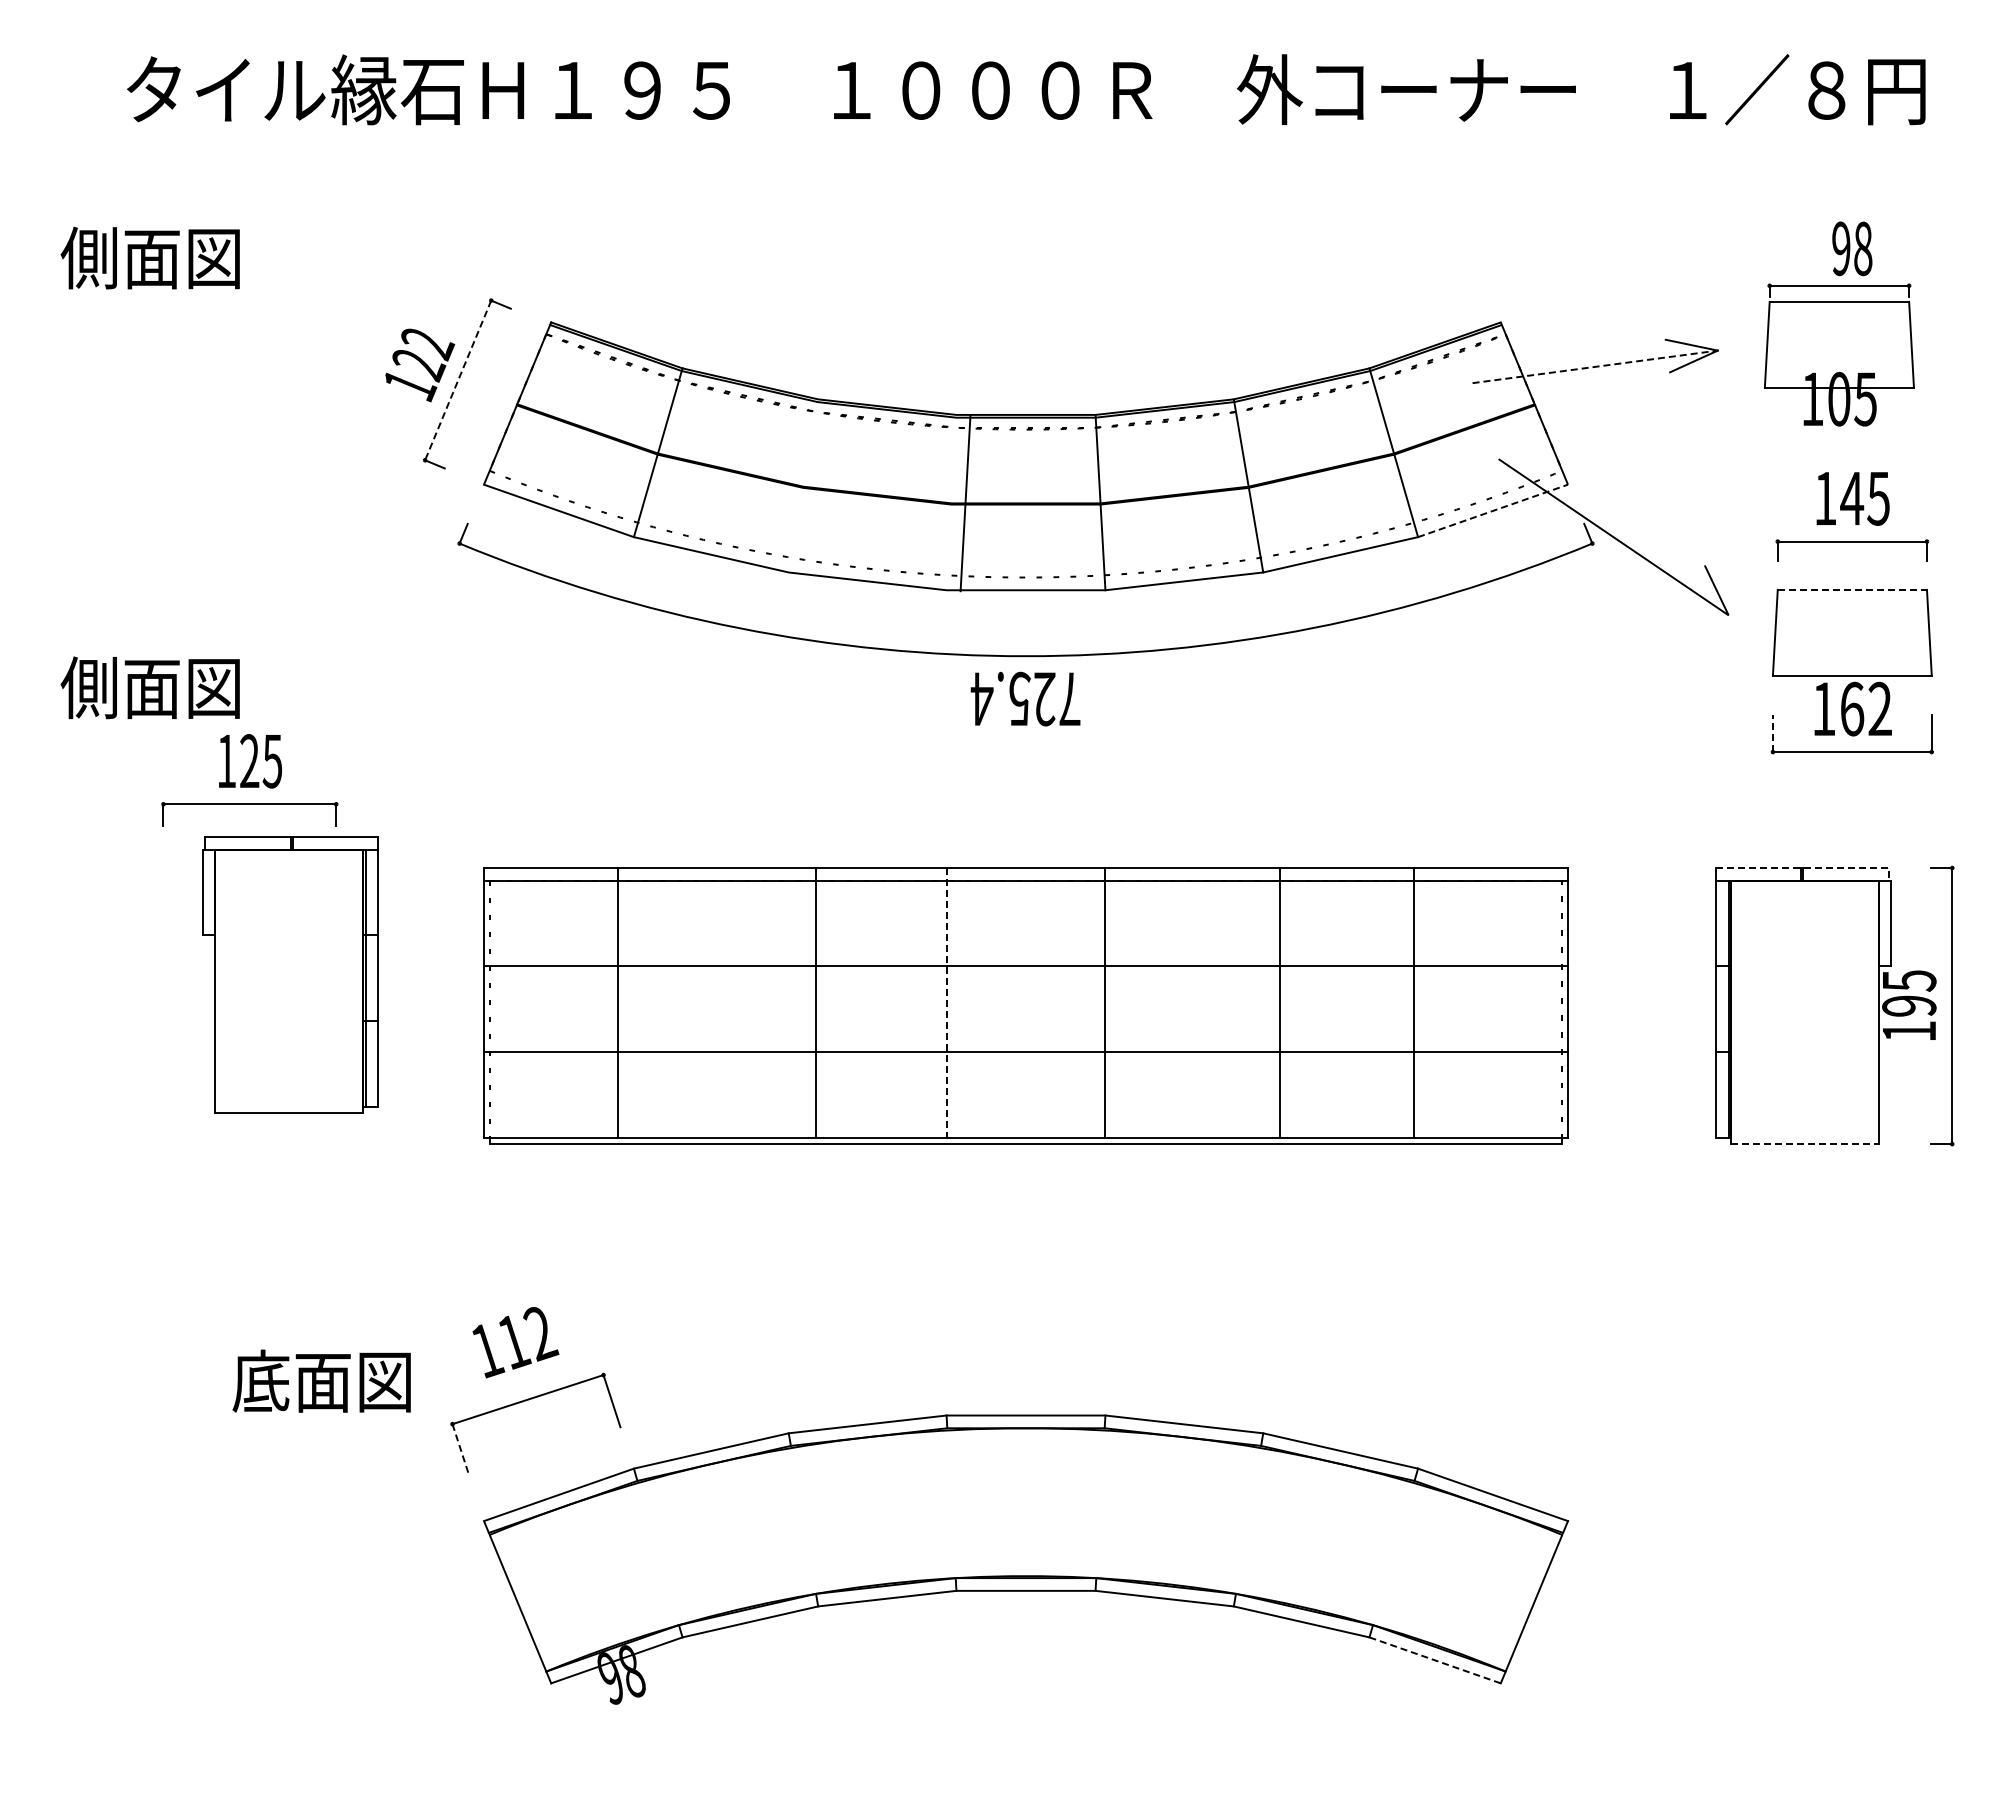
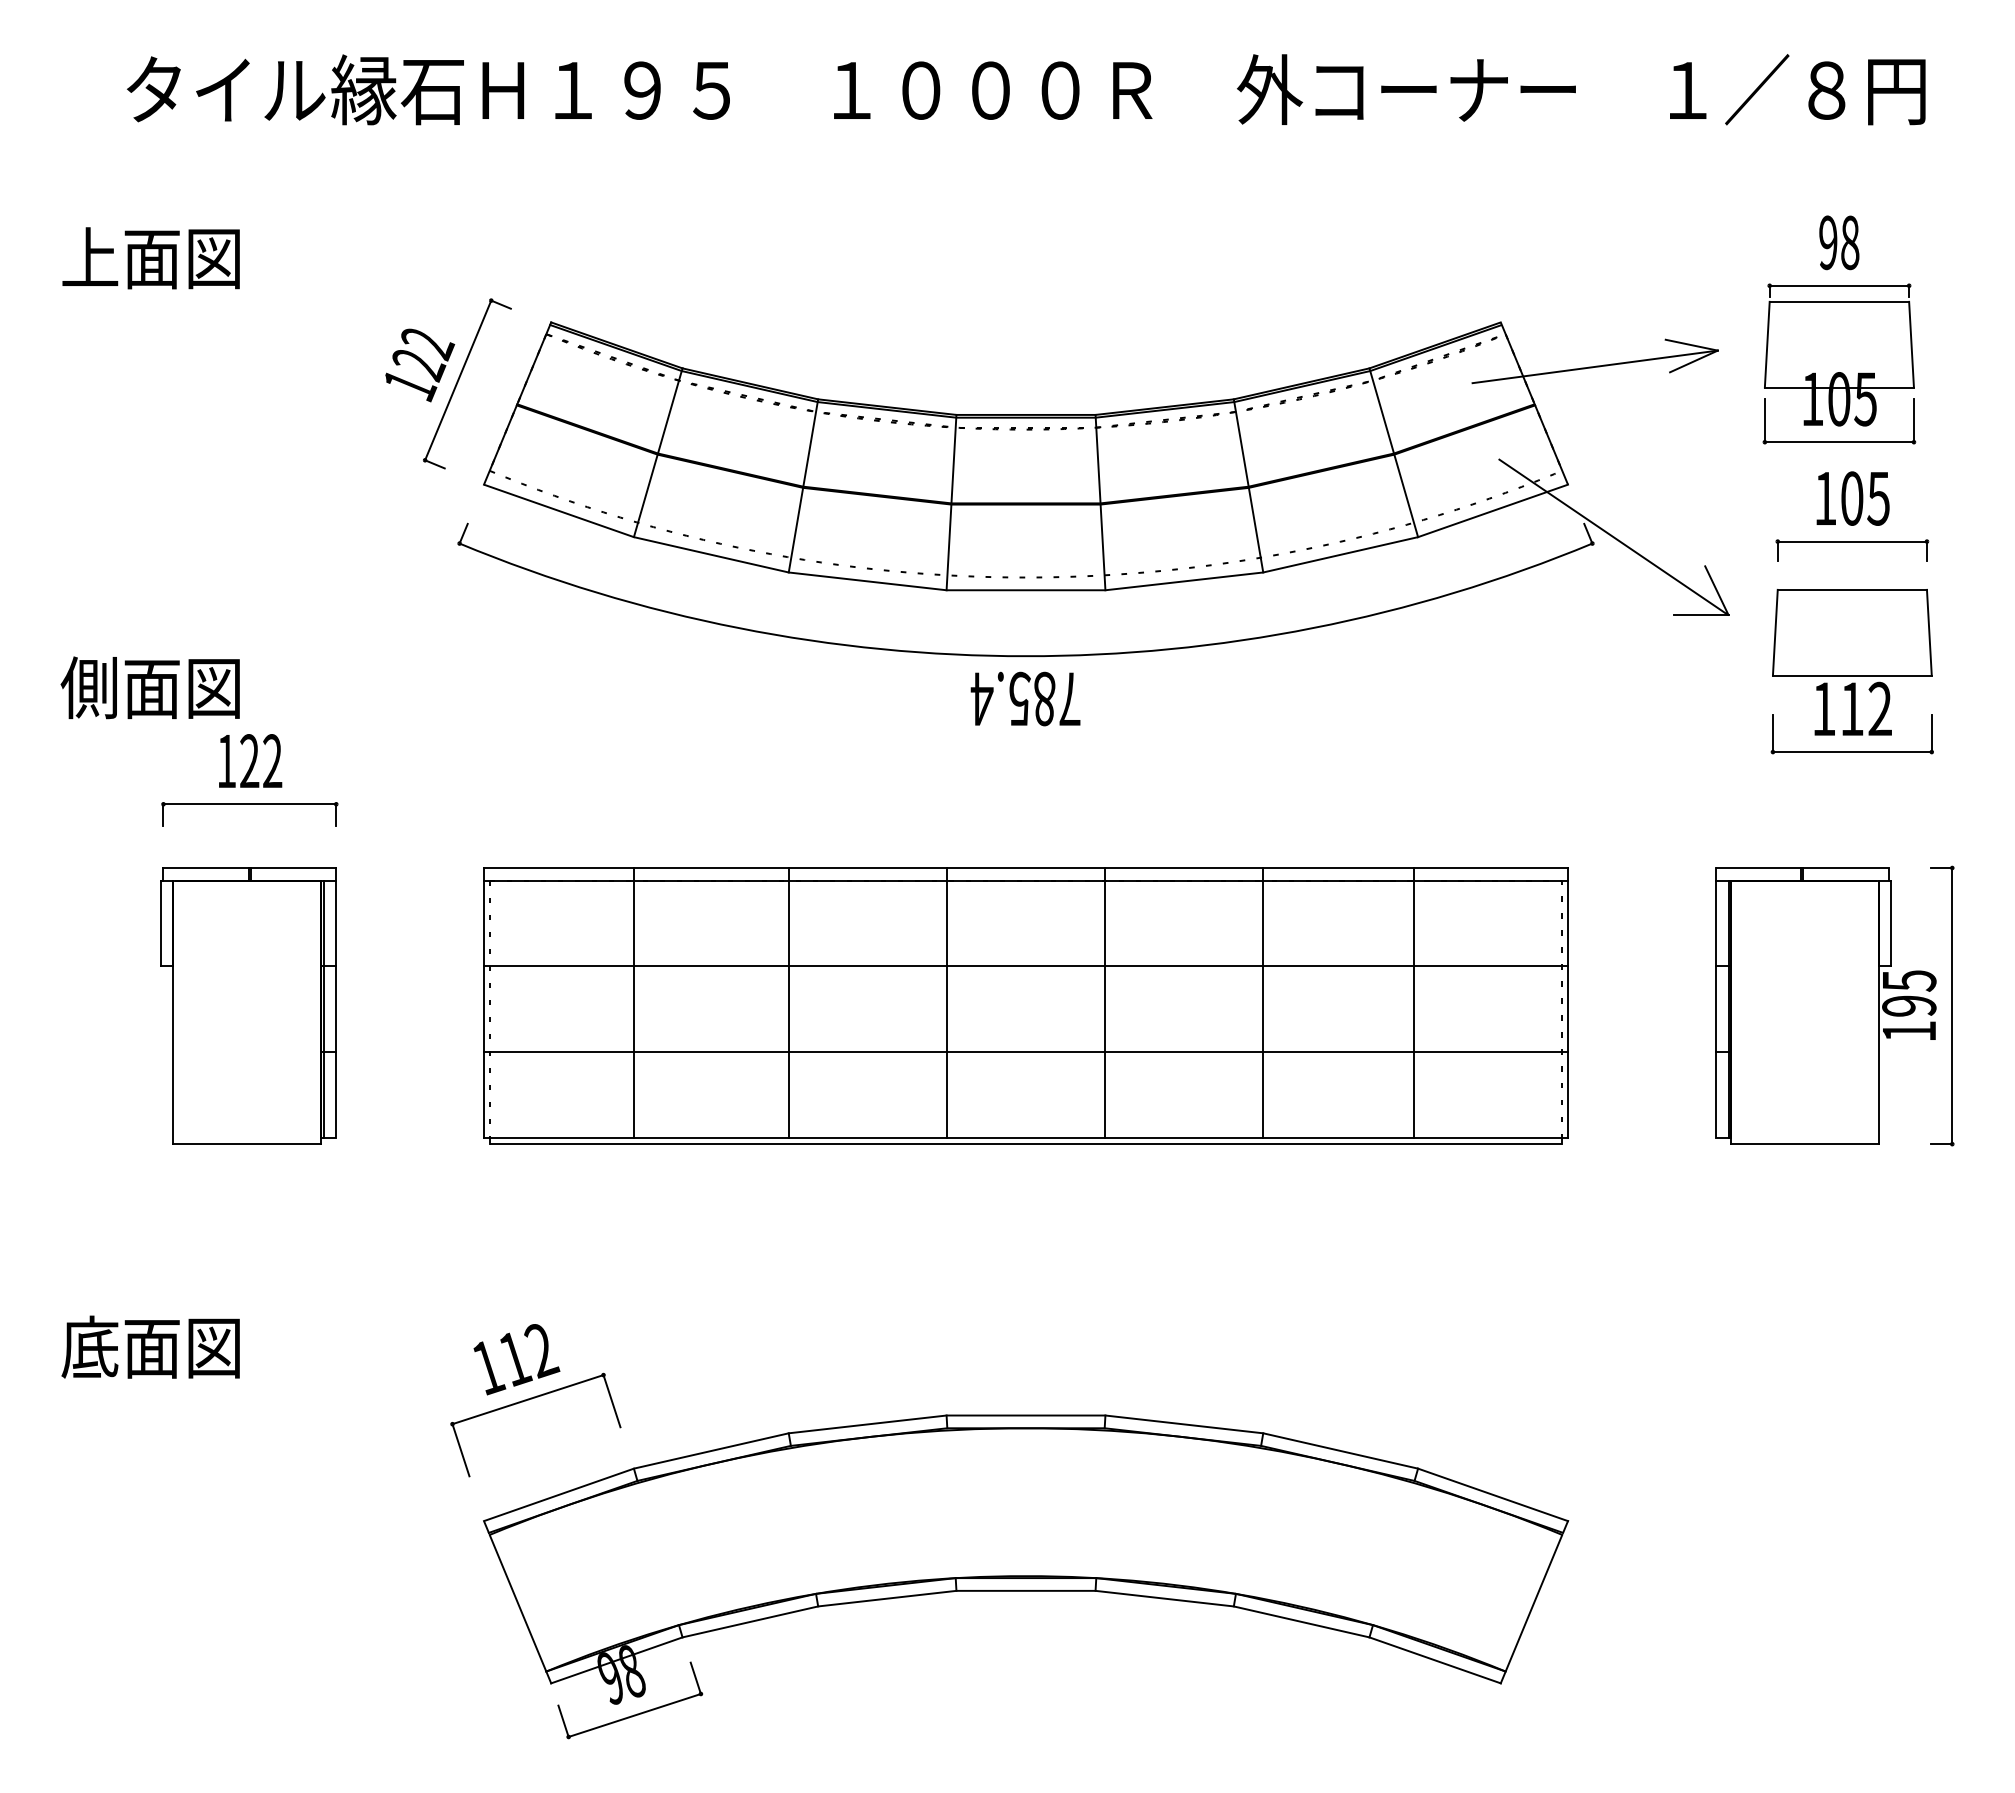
text at (1852, 248) position: (1852, 248) -> (1839, 242)
text at (89, 257): 側面図 -> 上面図
line at (1595, 366): dashed -> solid
line at (458, 380): dashed -> solid
part at (1839, 441): none -> present
line at (803, 485): none -> present
text at (1852, 498): 145 -> 105
line at (965, 503) position: (965, 503) -> (951, 502)
line at (1493, 510): dashed -> solid
line at (1852, 589): dashed -> solid
line at (1701, 615): none -> present
text at (1044, 698): 725.4 -> 785.4
text at (1852, 708): 162 -> 112
line at (1772, 733): dashed -> solid
text at (272, 761): 125 -> 122
line at (1809, 867): dashed -> solid
part at (290, 974) position: (290, 974) -> (248, 1005)
line at (617, 1002) position: (617, 1002) -> (633, 1002)
line at (815, 1002) position: (815, 1002) -> (788, 1002)
line at (946, 1002): dashed -> solid
line at (1280, 1002) position: (1280, 1002) -> (1263, 1002)
line at (1804, 1144): dashed -> solid
text at (515, 1342) position: (515, 1342) -> (516, 1359)
text at (321, 1380) position: (321, 1380) -> (150, 1346)
line at (461, 1450): dashed -> solid
line at (1435, 1660): dashed -> solid
part at (634, 1714): none -> present
